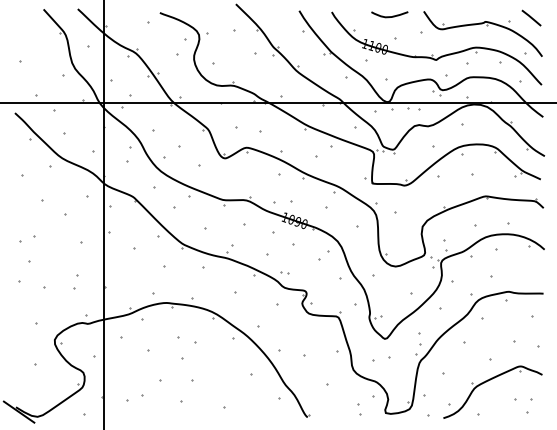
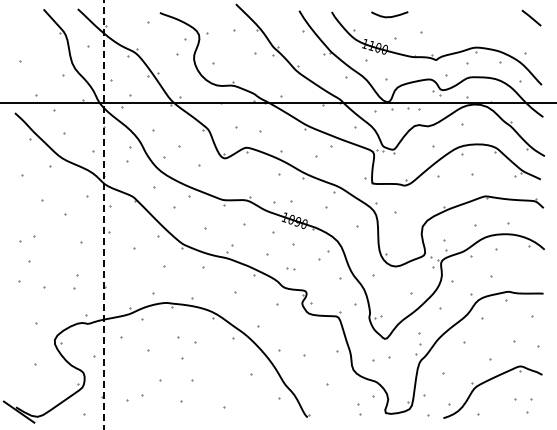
part at (487, 26): present -> none
line at (103, 214): solid -> dashed
part at (284, 272) position: (284, 272) -> (290, 268)
